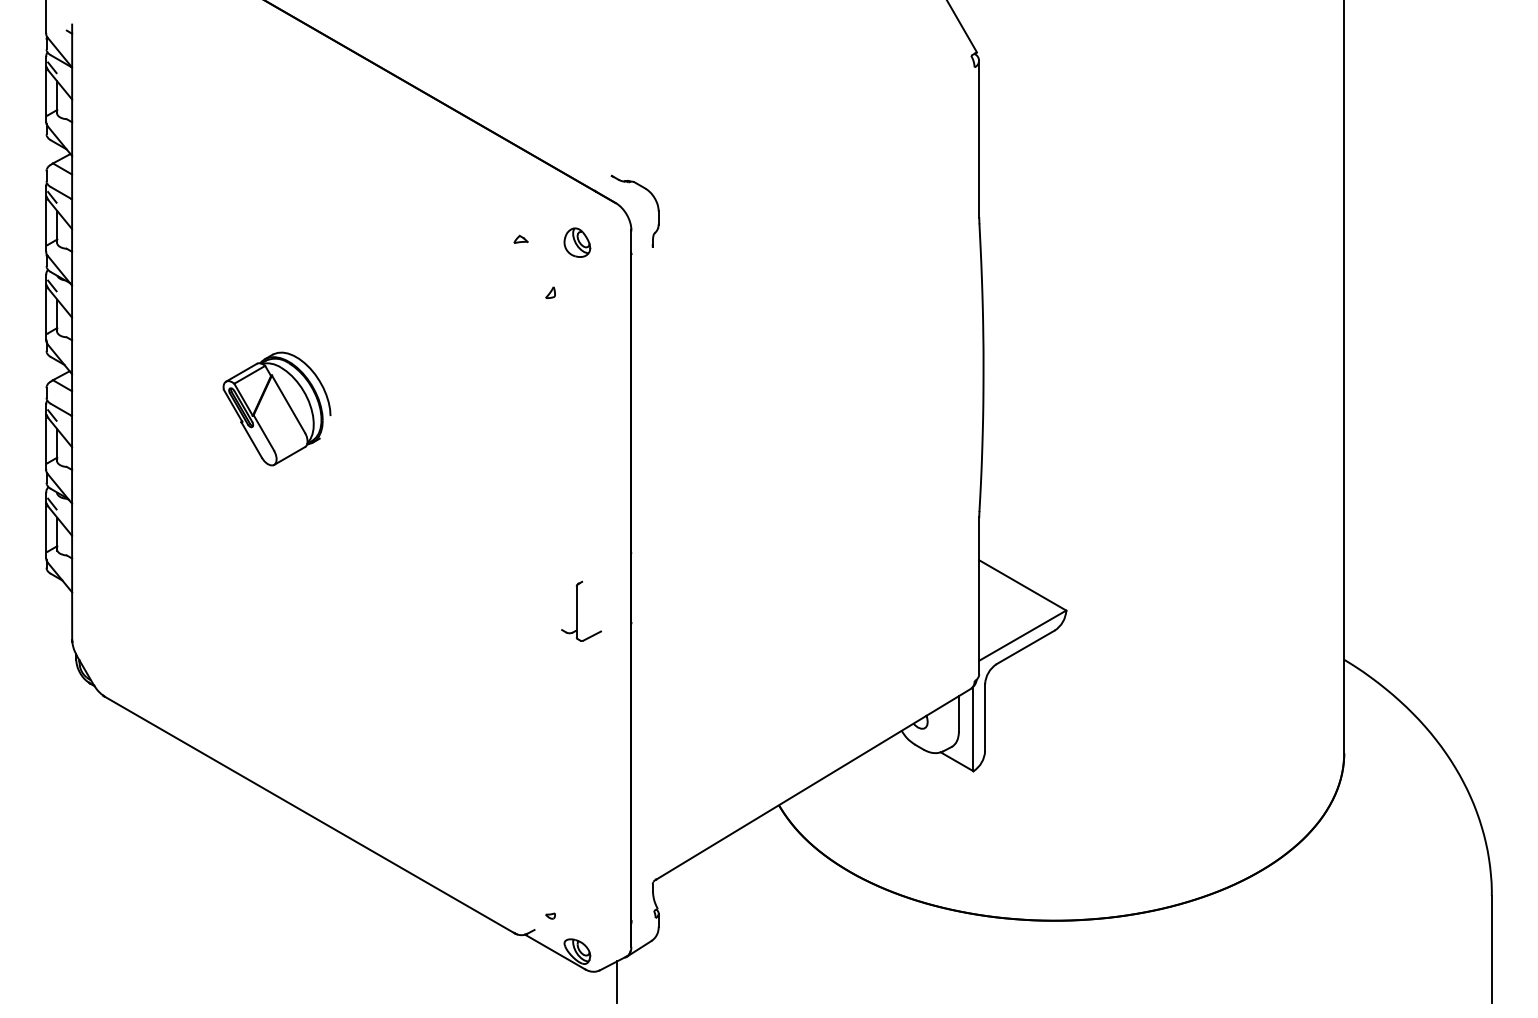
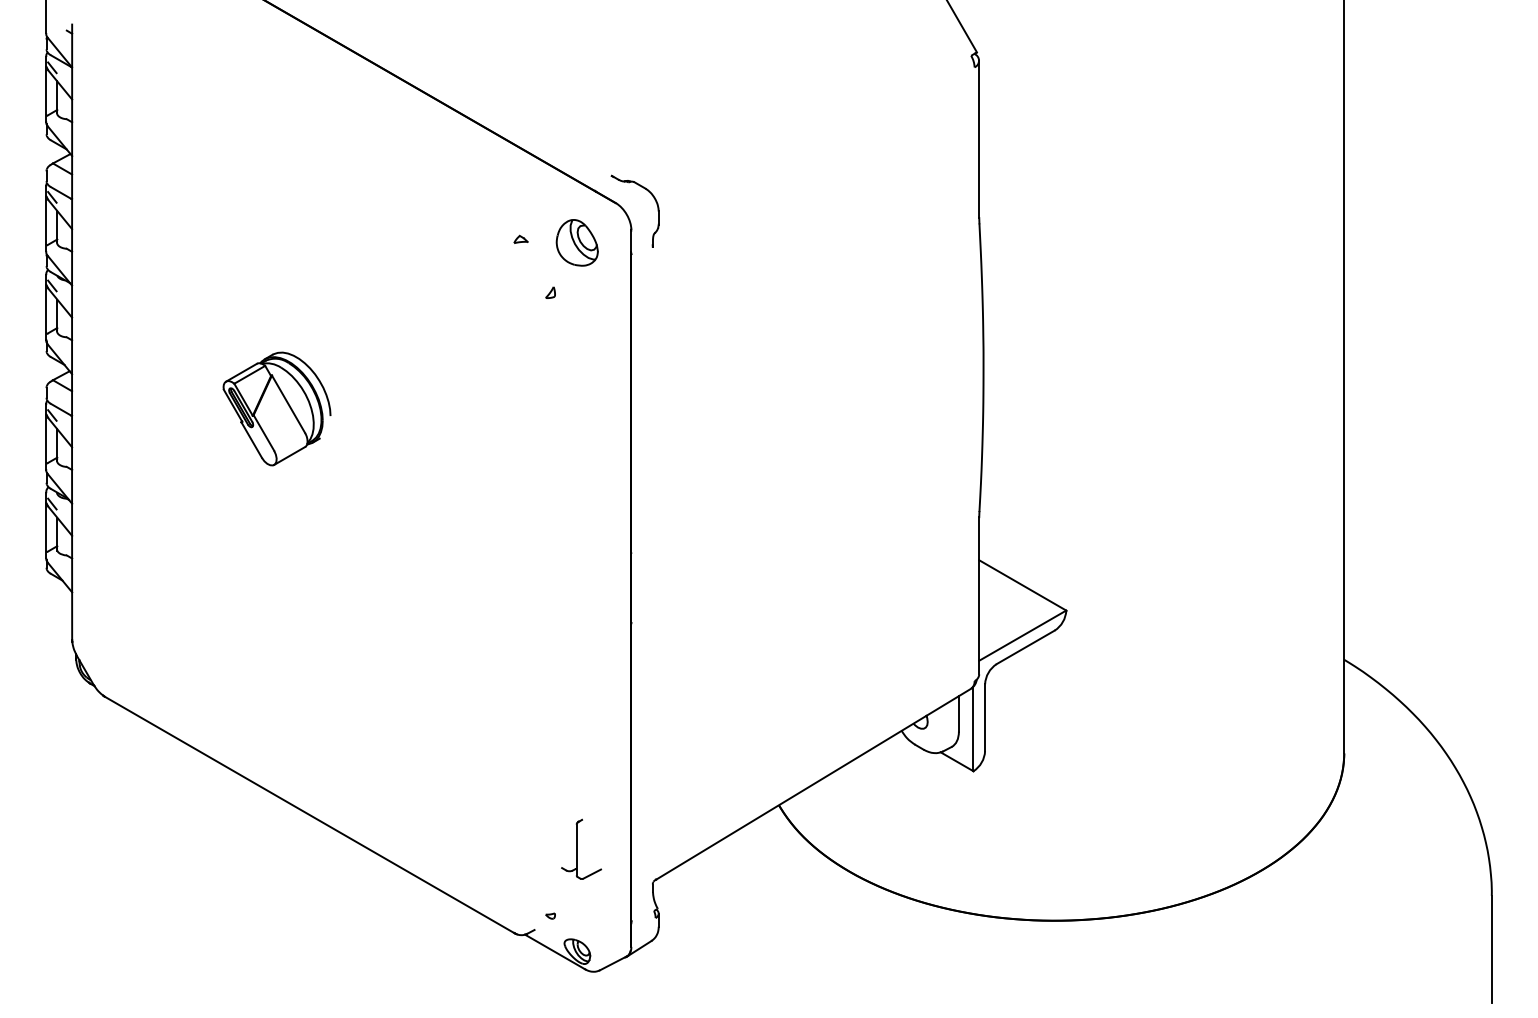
part at (577, 242) size: 29x31 px -> 44x48 px
part at (581, 610) position: (581, 610) -> (581, 848)
line at (617, 981): present -> none
